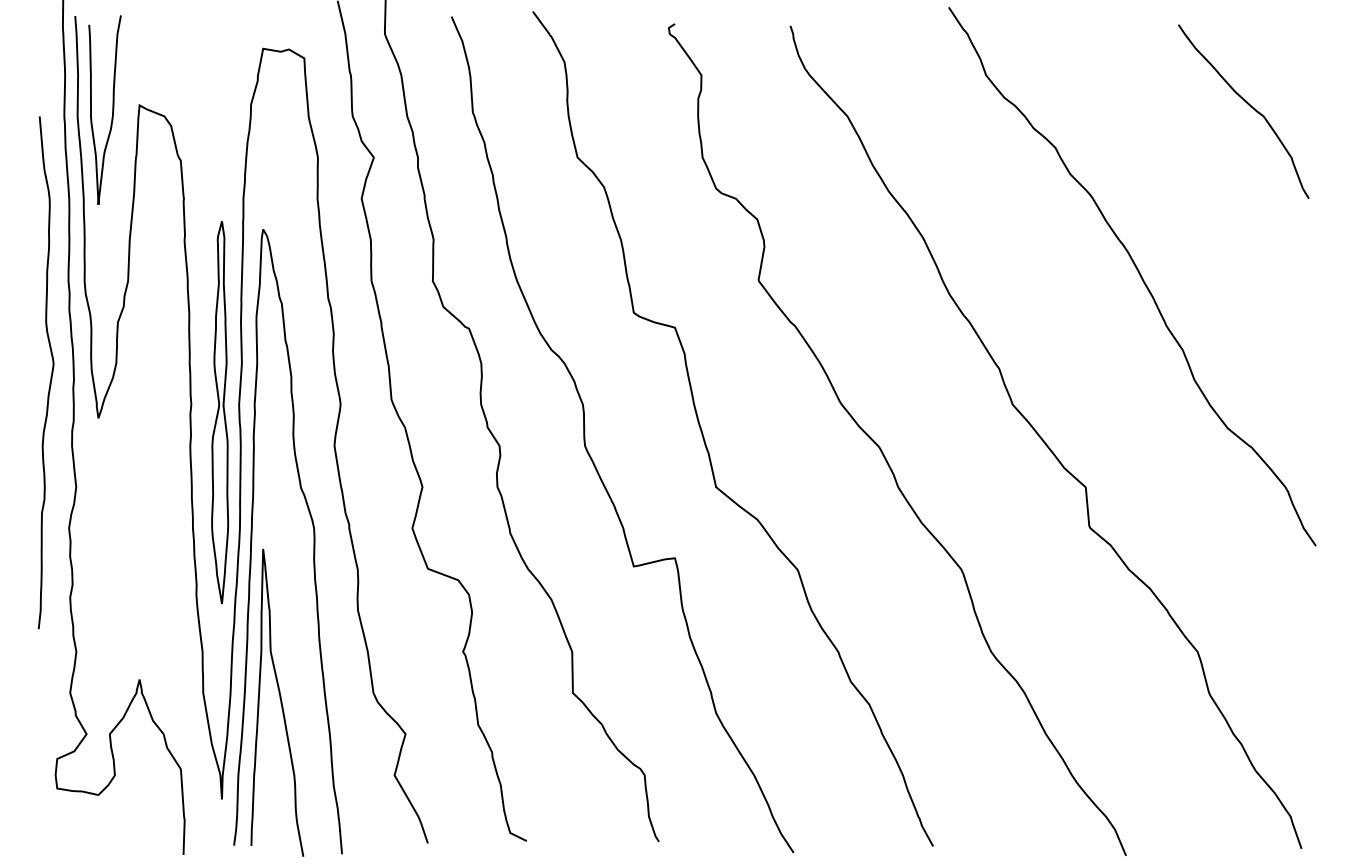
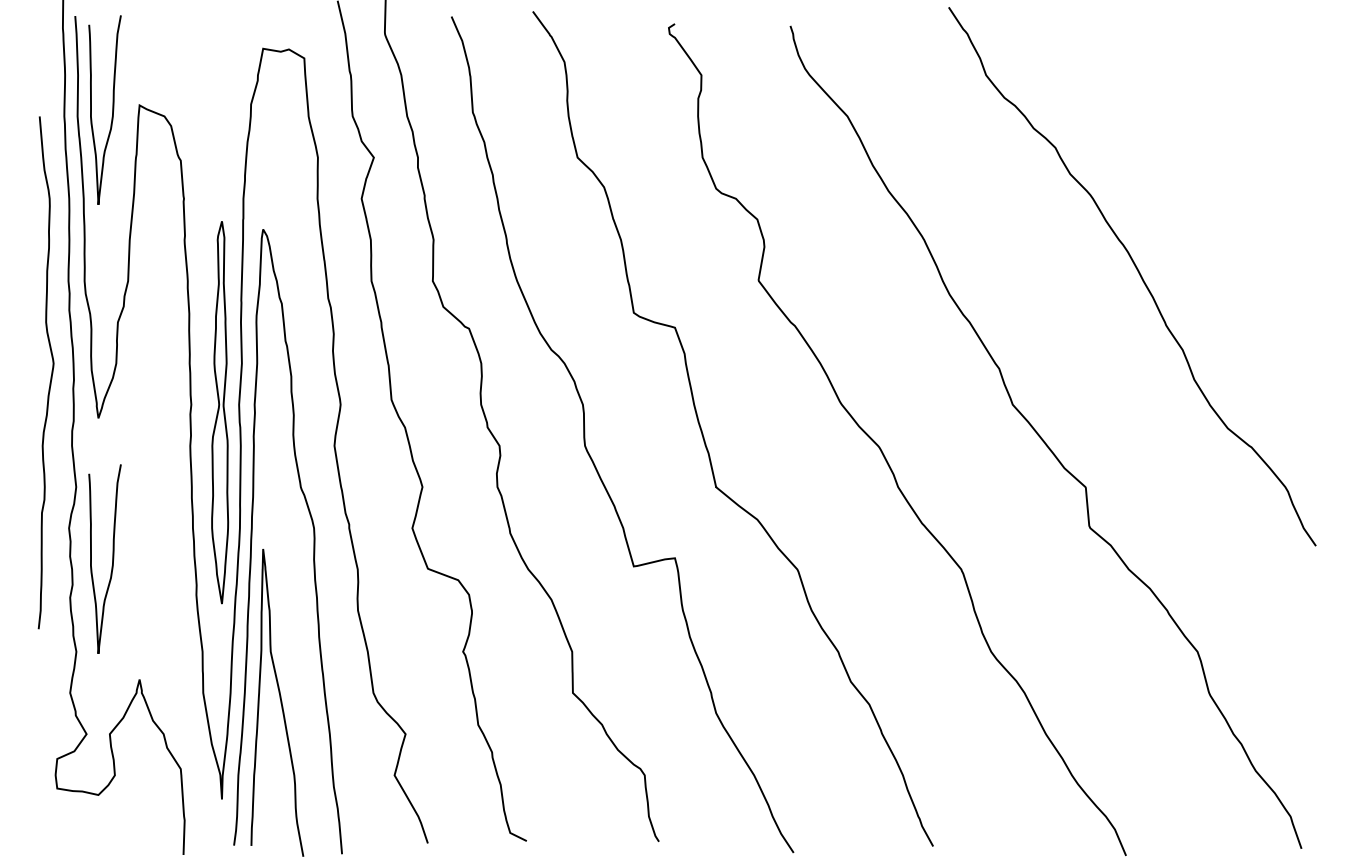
curve at (1248, 105): present -> none
curve at (112, 558): none -> present
